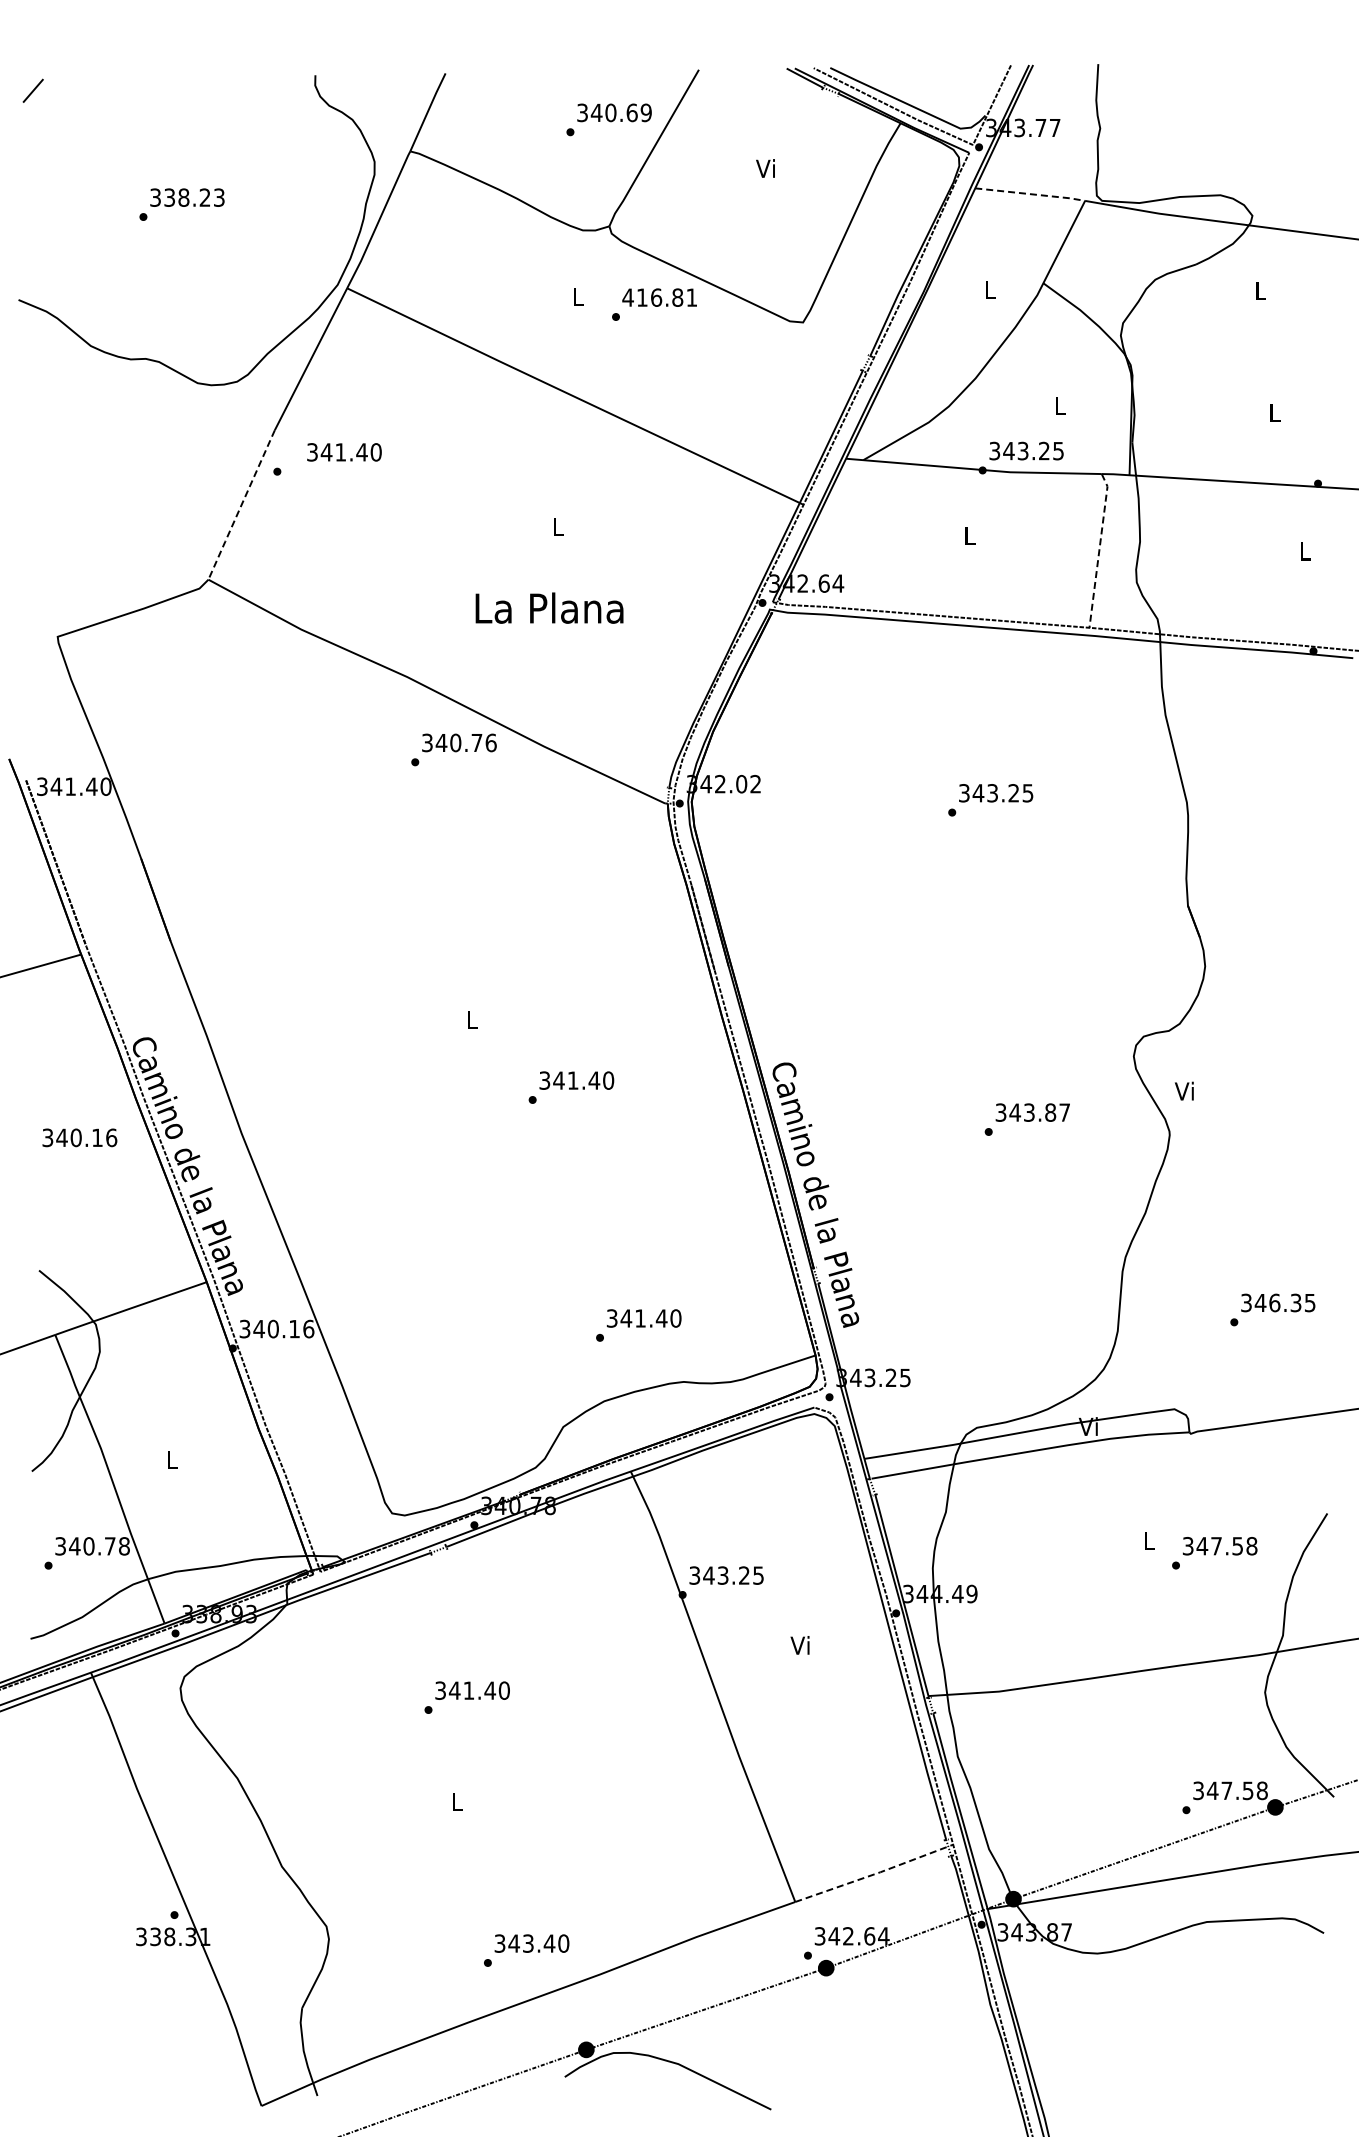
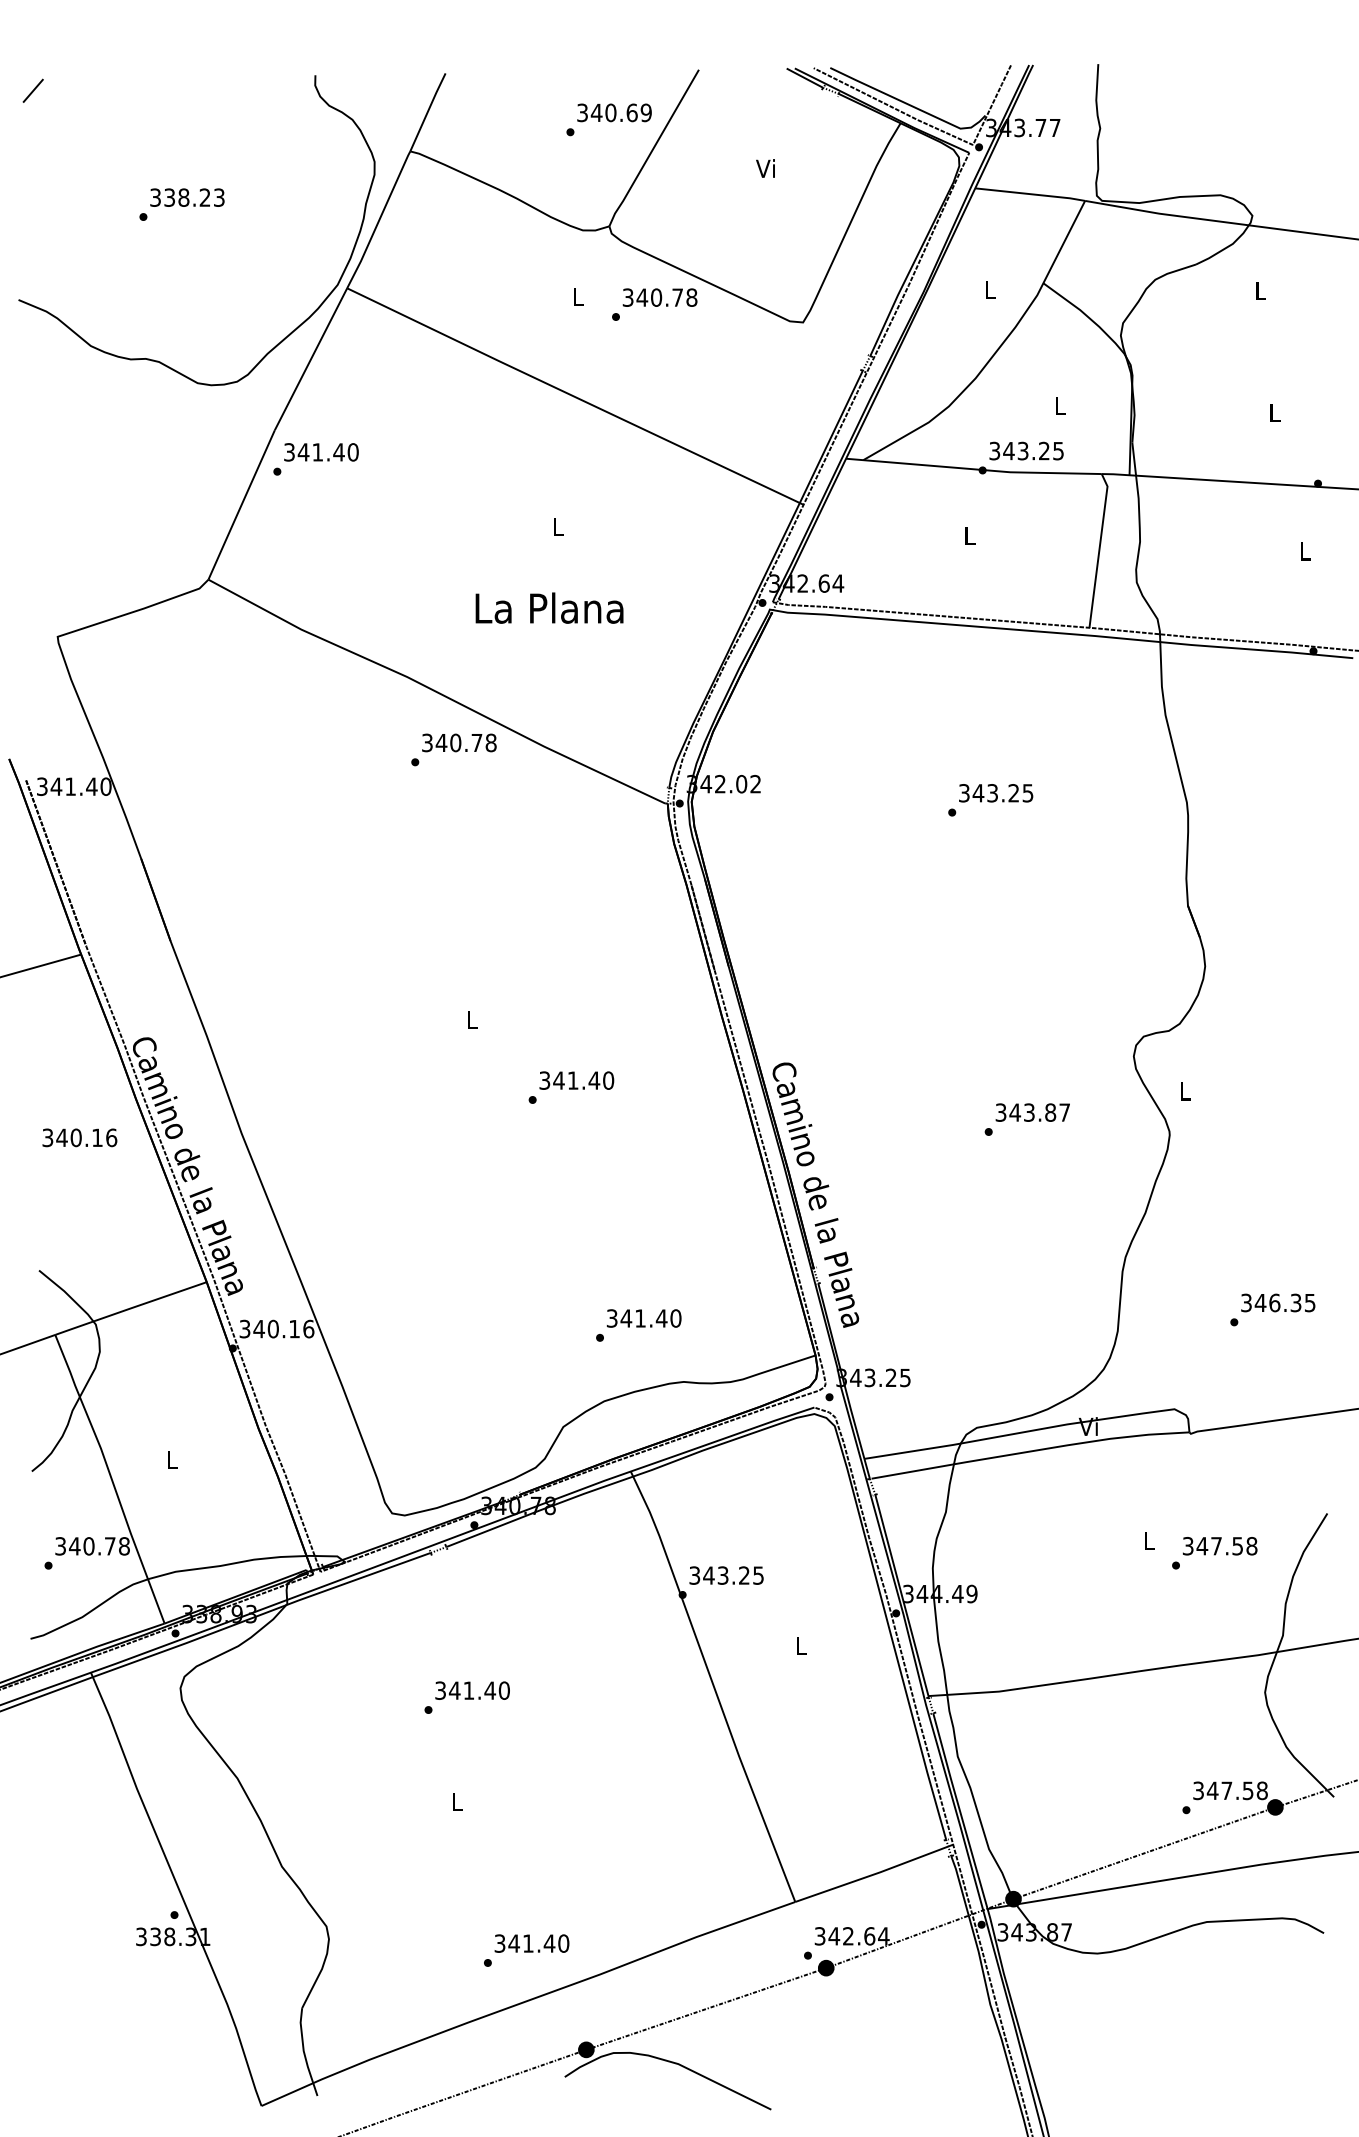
line at (1031, 194): dashed -> solid
text at (659, 297): 416.81 -> 340.78
text at (344, 452) position: (344, 452) -> (321, 452)
line at (241, 506): dashed -> solid
line at (1099, 549): dashed -> solid
text at (490, 742): 340.76 -> 340.78
text at (1183, 1090): Vi -> L
text at (799, 1645): Vi -> L
line at (874, 1874): dashed -> solid
text at (528, 1943): 343.40 -> 341.40
